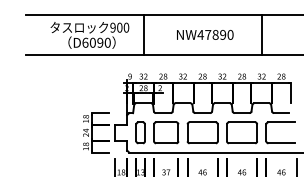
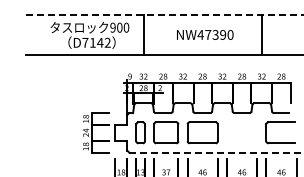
line at (164, 15): solid -> dashed
text at (215, 34): NW47890 -> NW47390
text at (96, 42): D6090 -> D7142
part at (241, 132): present -> none
line at (217, 152): solid -> dashed
